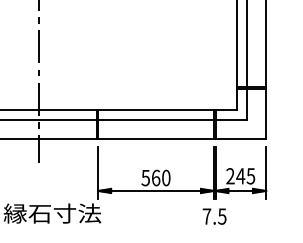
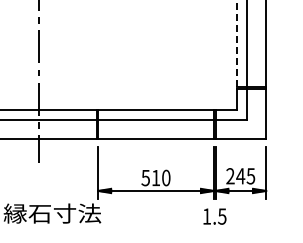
line at (237, 43): solid -> dashed
text at (156, 177): 560 -> 510
text at (206, 216): 7.5 -> 1.5
